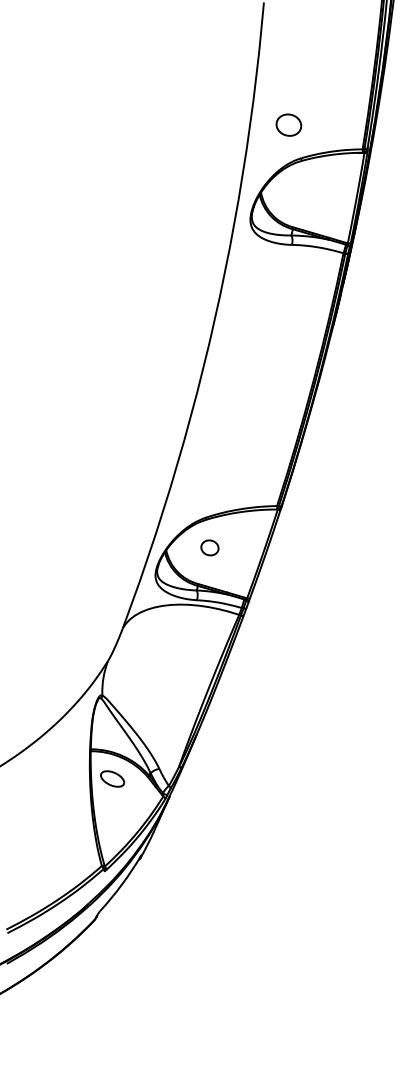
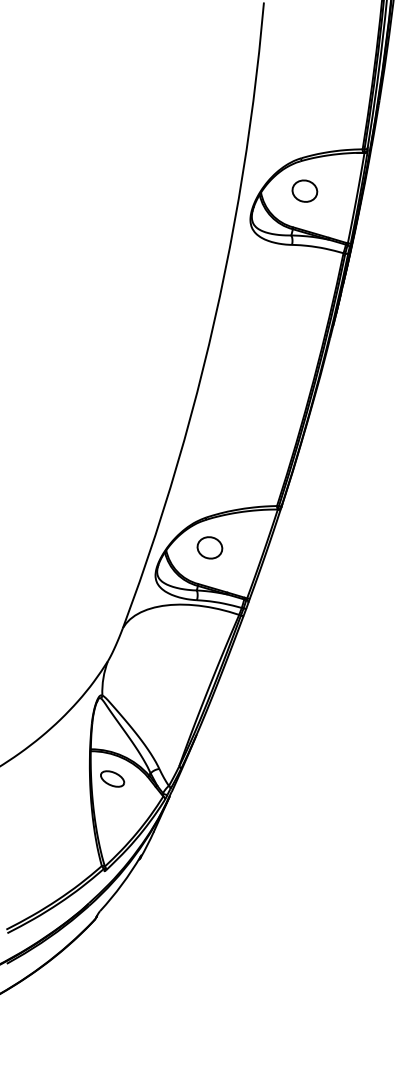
part at (288, 124) position: (288, 124) -> (304, 190)
part at (209, 547) size: 20x18 px -> 28x24 px
